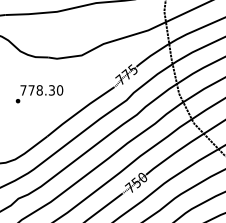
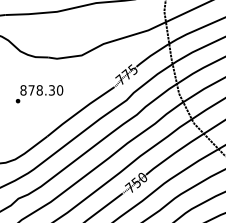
text at (23, 90): 778.30 -> 878.30
